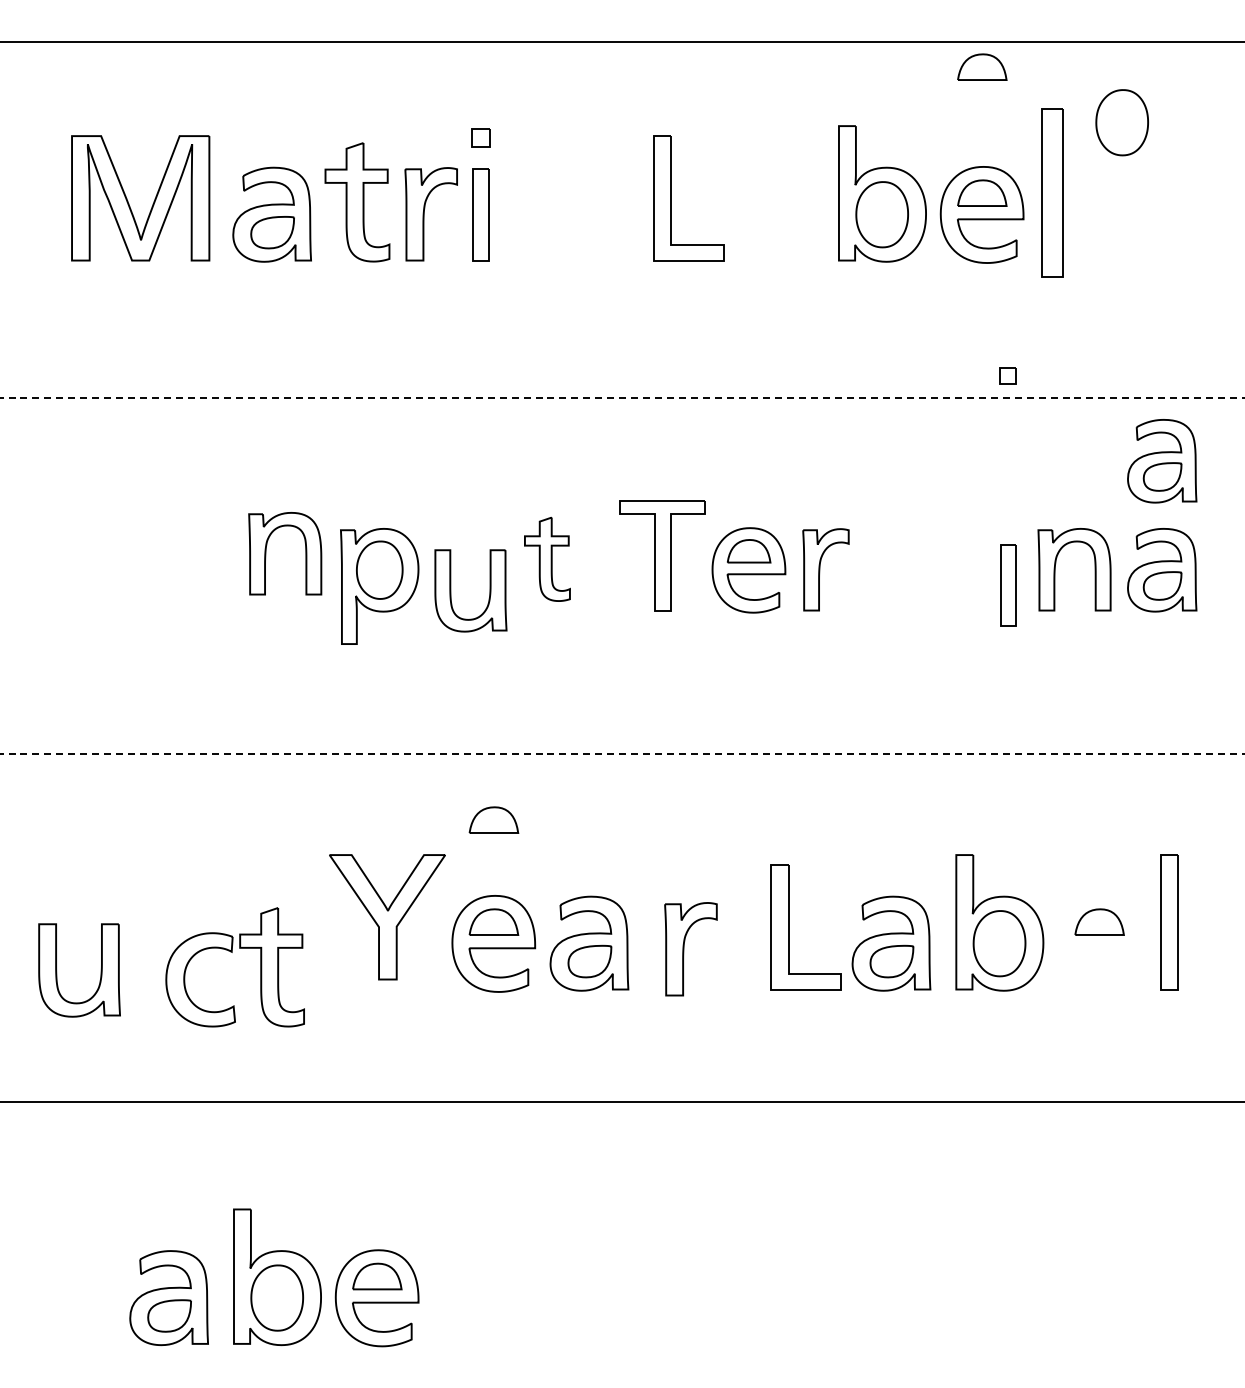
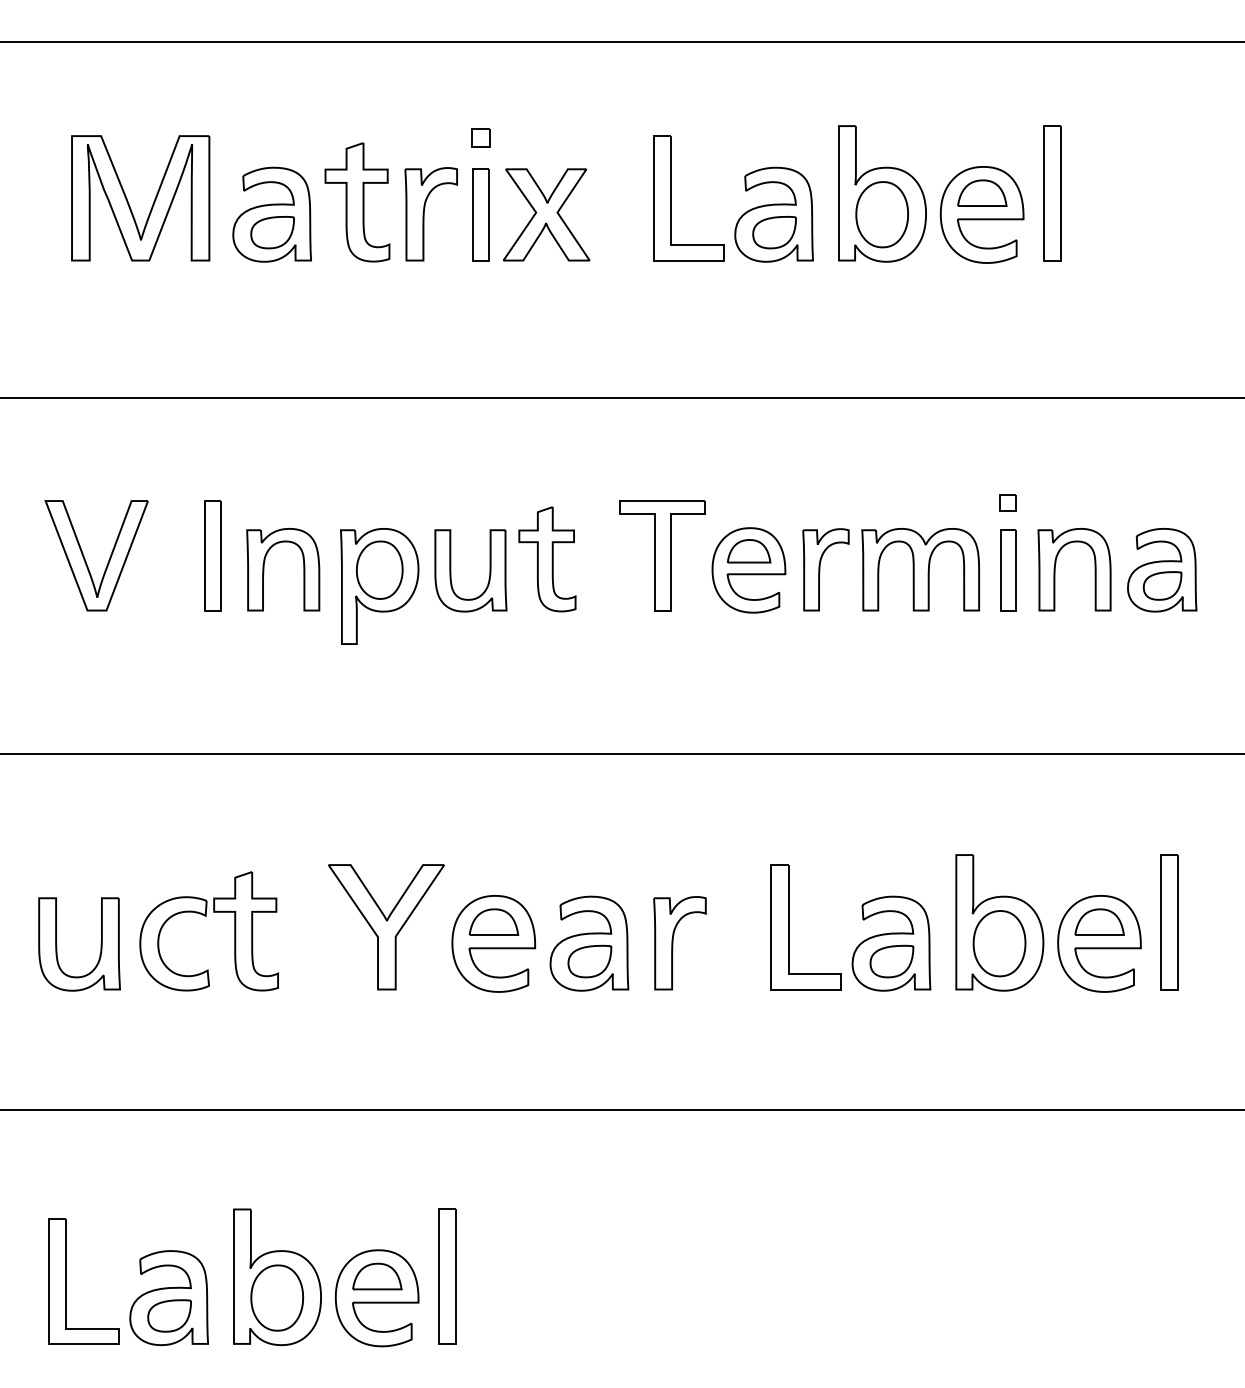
part at (982, 66): present -> none
part at (1121, 122): present -> none
part at (1052, 192) size: 23x170 px -> 19x137 px
part at (546, 214): none -> present
part at (773, 214): none -> present
part at (1007, 375) position: (1007, 375) -> (1007, 502)
line at (622, 397): dashed -> solid
part at (1162, 461): present -> none
part at (266, 553) position: (266, 553) -> (264, 569)
part at (212, 555): none -> present
part at (85, 558): none -> present
part at (547, 558) size: 47x86 px -> 59x107 px
part at (920, 569): none -> present
part at (1008, 585) position: (1008, 585) -> (1008, 570)
part at (451, 590) position: (451, 590) -> (451, 570)
line at (622, 753): dashed -> solid
part at (493, 819): present -> none
part at (387, 917) position: (387, 917) -> (386, 927)
part at (1099, 943): none -> present
part at (690, 949) position: (690, 949) -> (679, 943)
part at (232, 952) position: (232, 952) -> (206, 916)
part at (100, 970) position: (100, 970) -> (100, 944)
line at (621, 1101) position: (621, 1101) -> (621, 1109)
part at (447, 1276): none -> present
part at (66, 1281): none -> present
